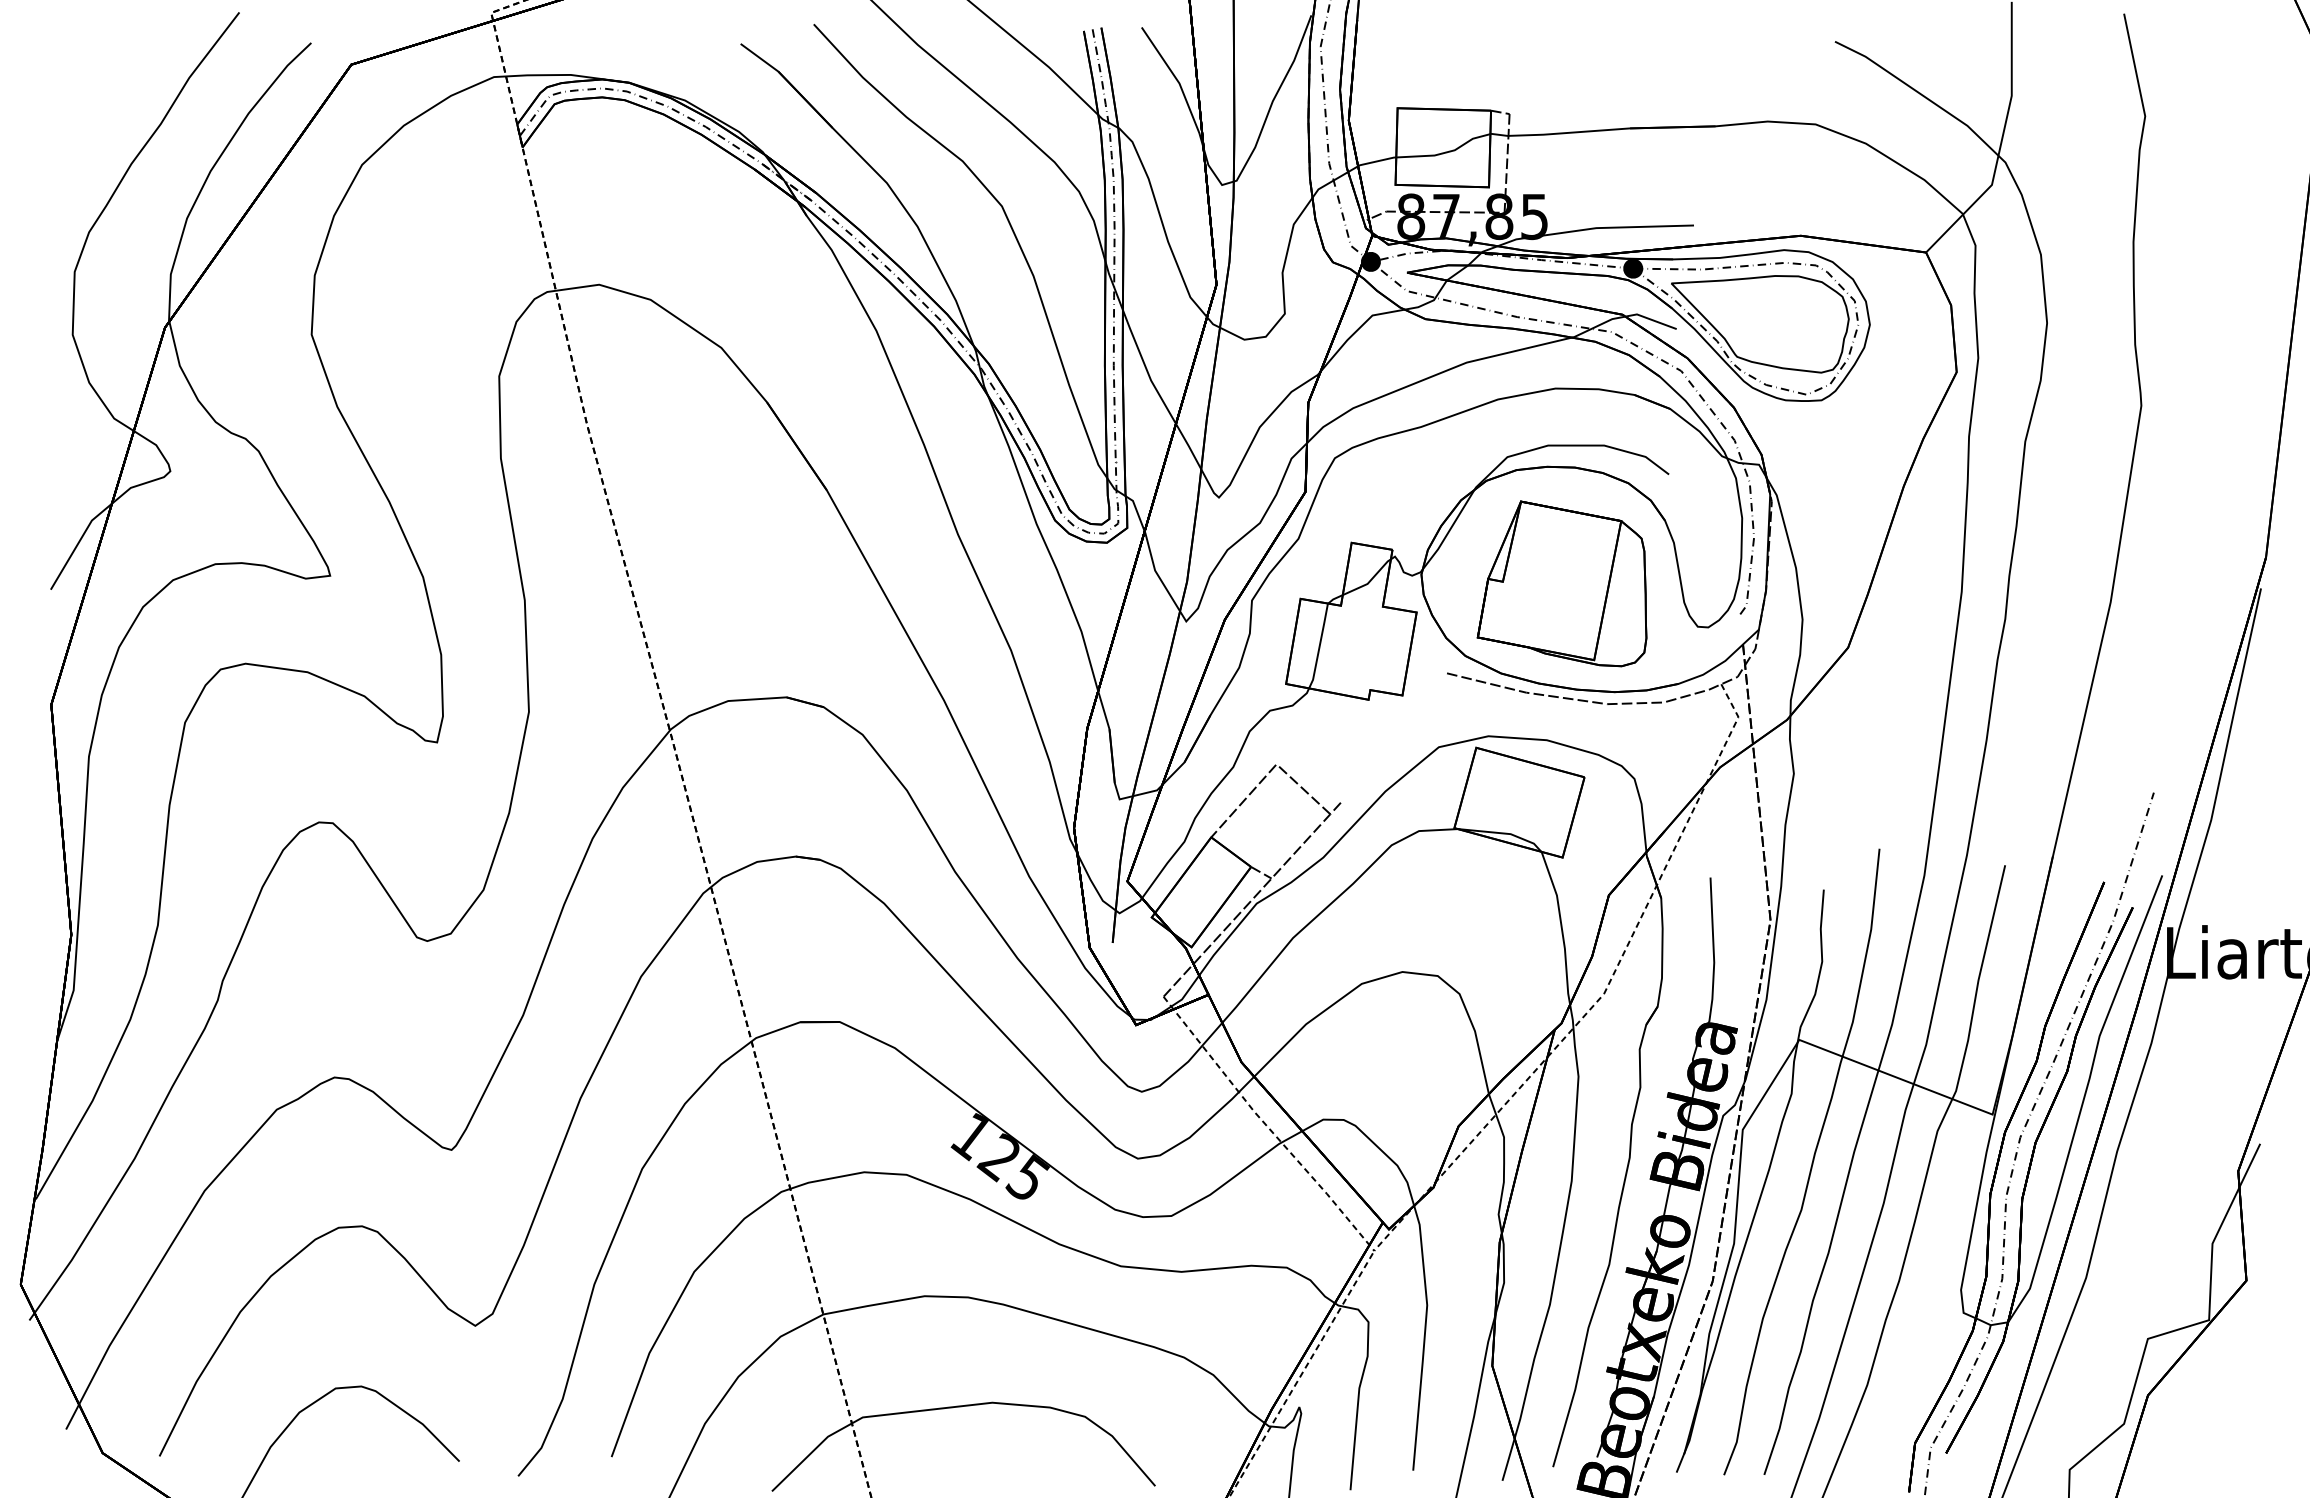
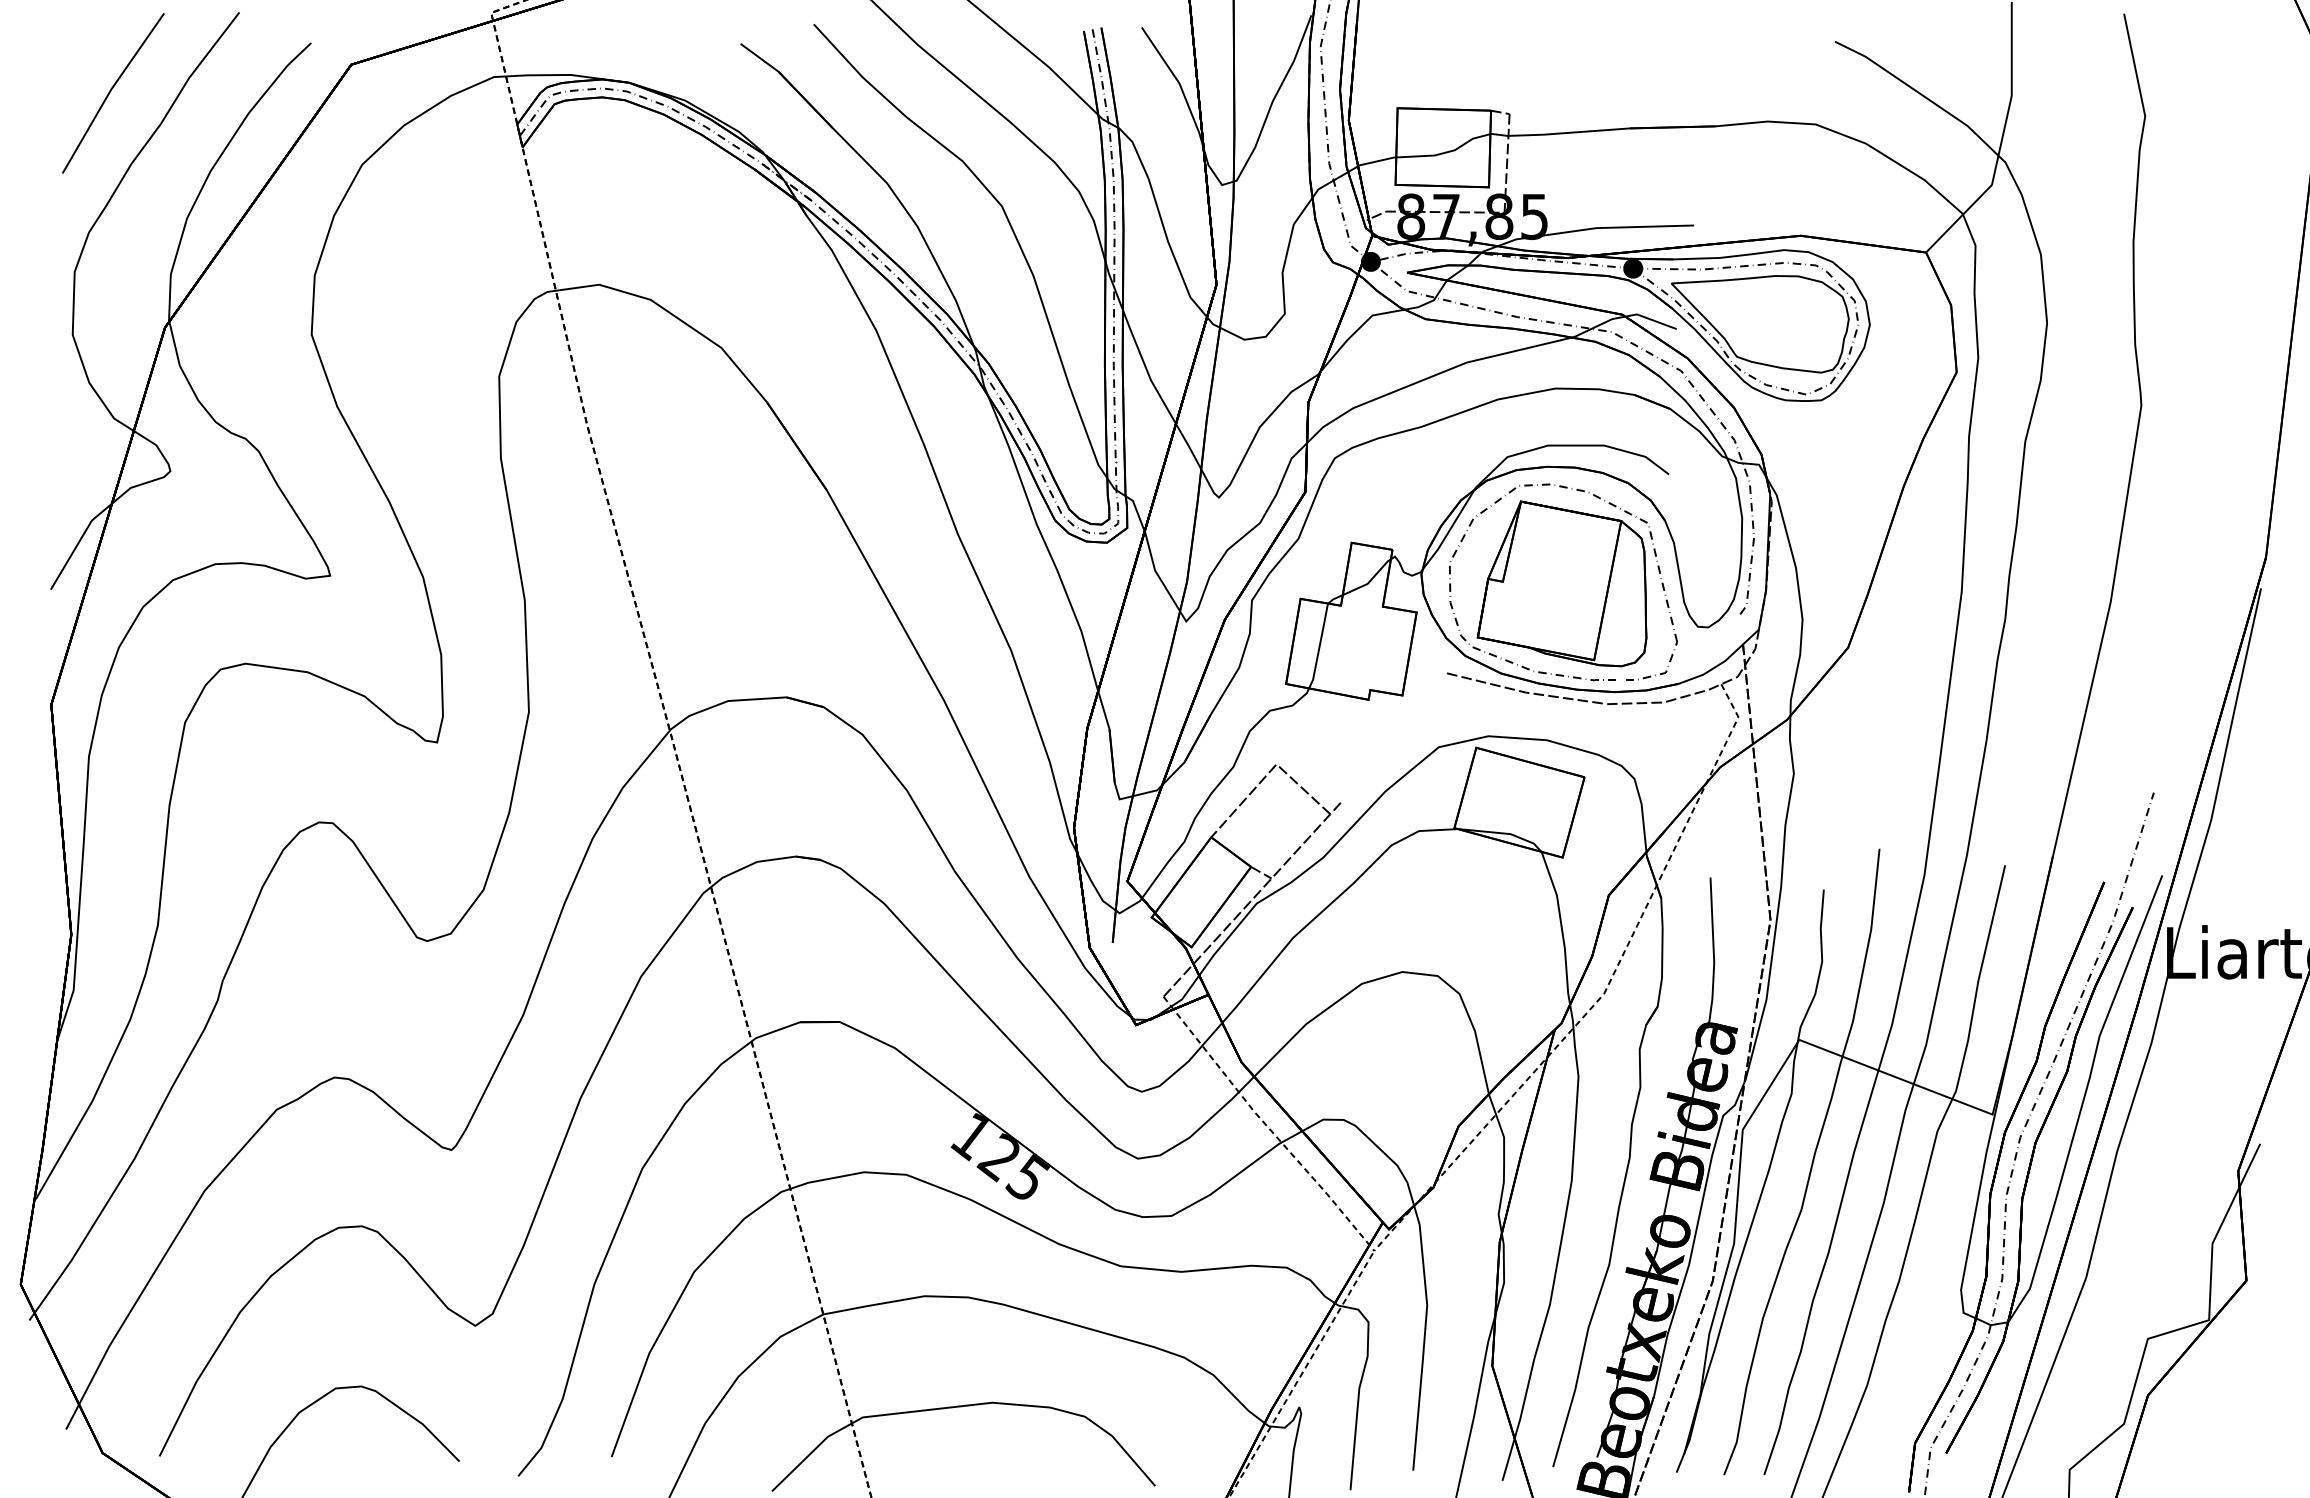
line at (111, 91): none -> present
part at (1609, 504): none -> present
